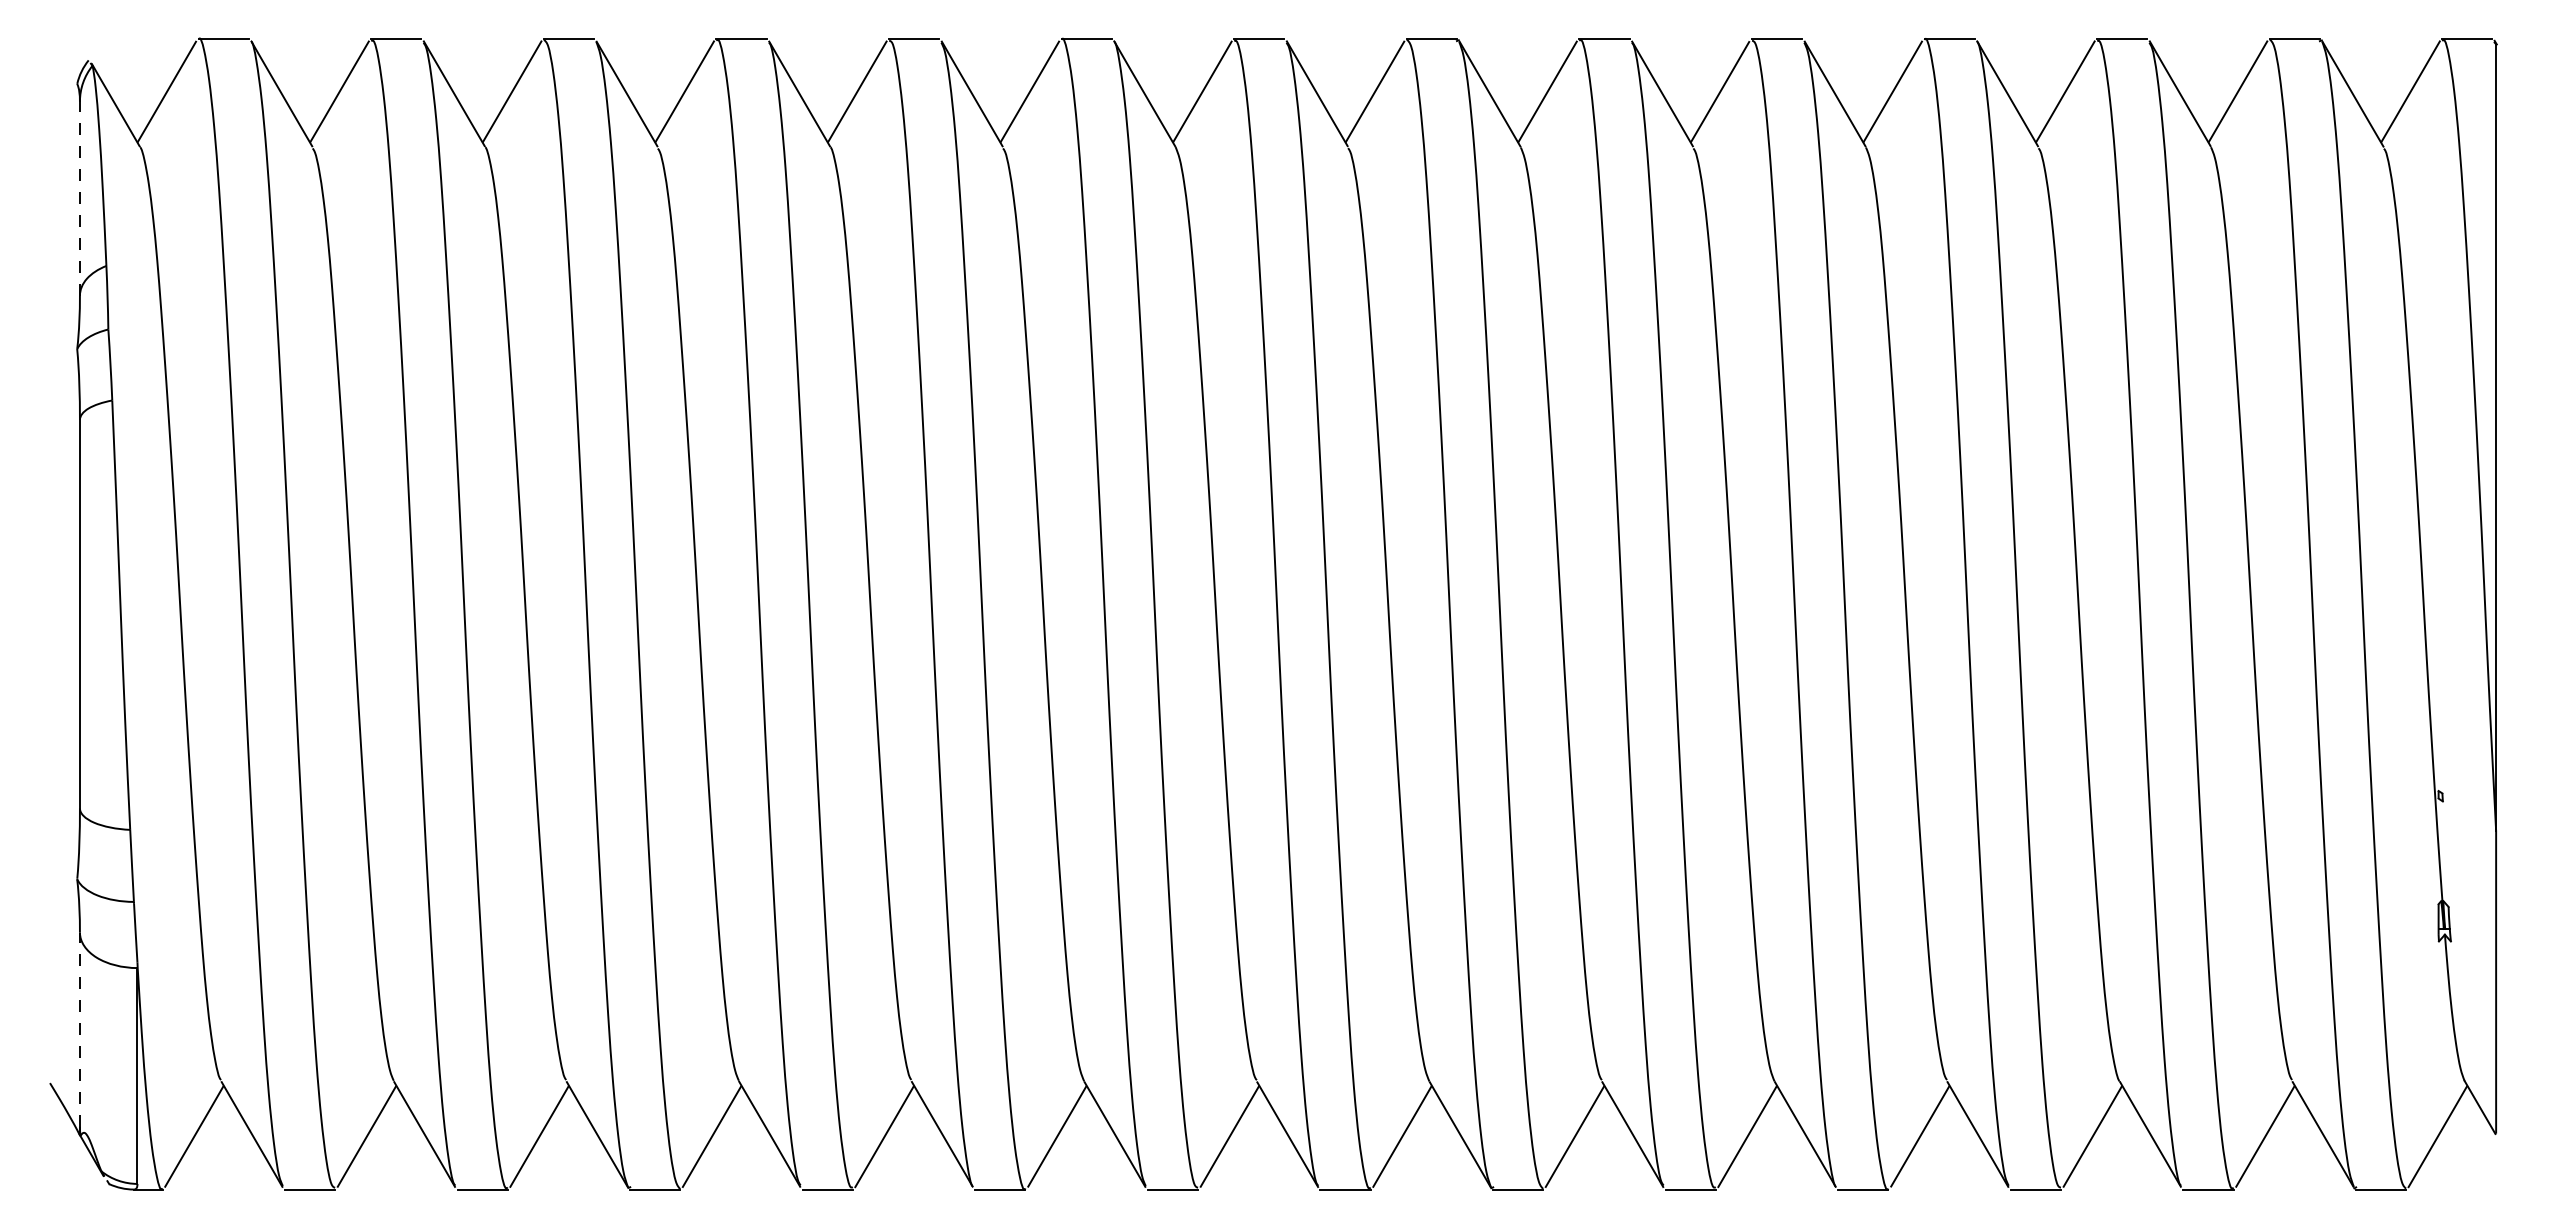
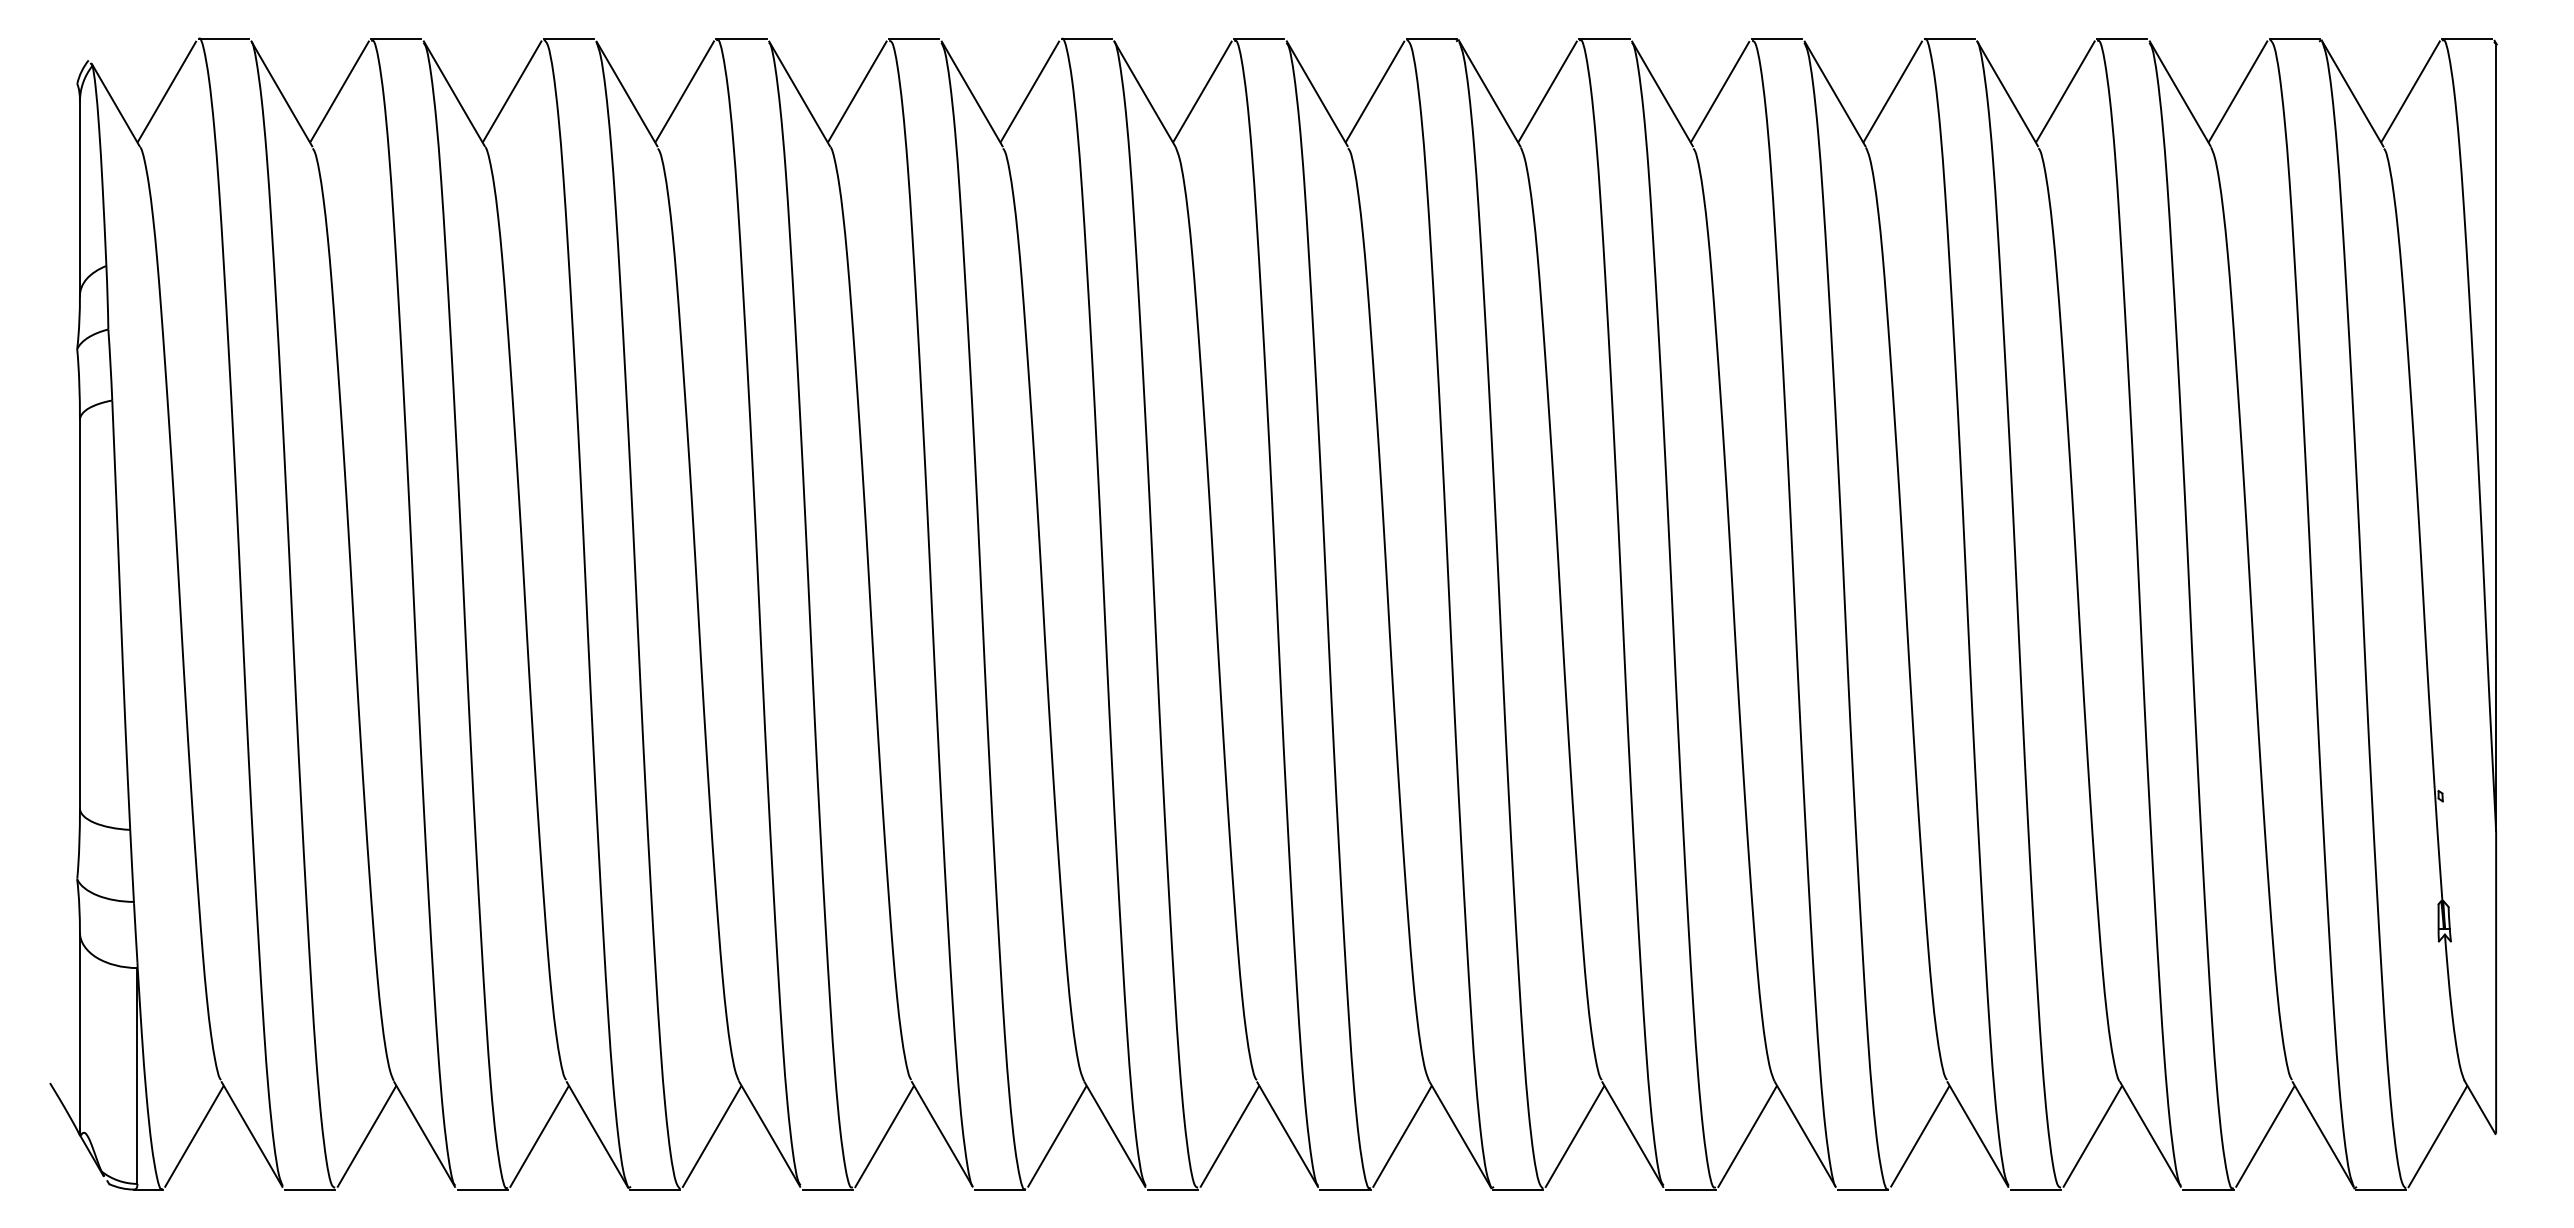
line at (79, 198): dashed -> solid
line at (79, 1029): dashed -> solid
